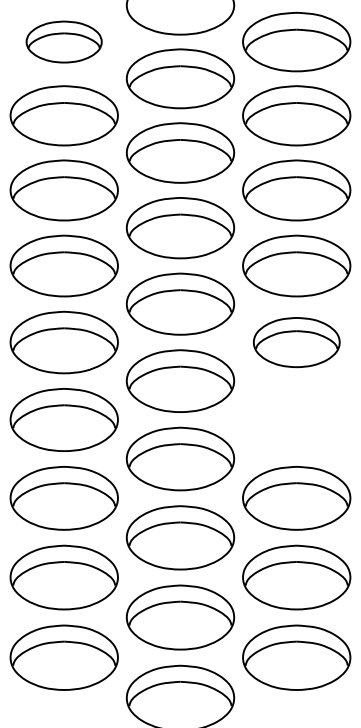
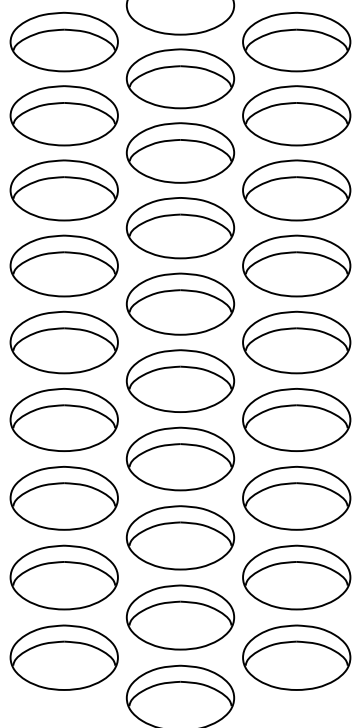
part at (63, 41) size: 78x44 px -> 110x62 px
part at (296, 342) size: 88x52 px -> 110x65 px
part at (296, 419): none -> present
